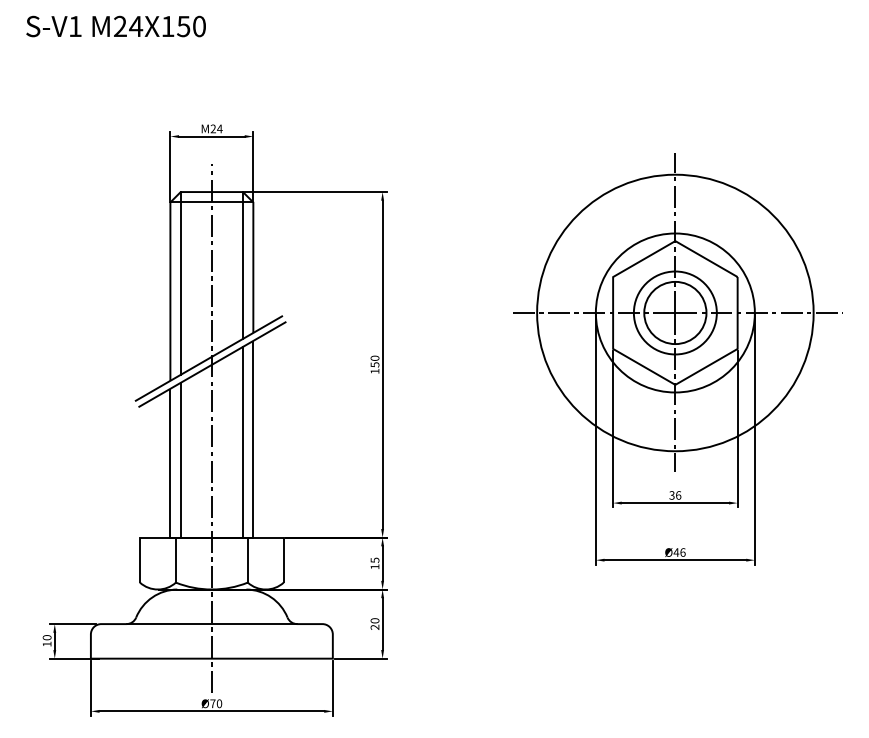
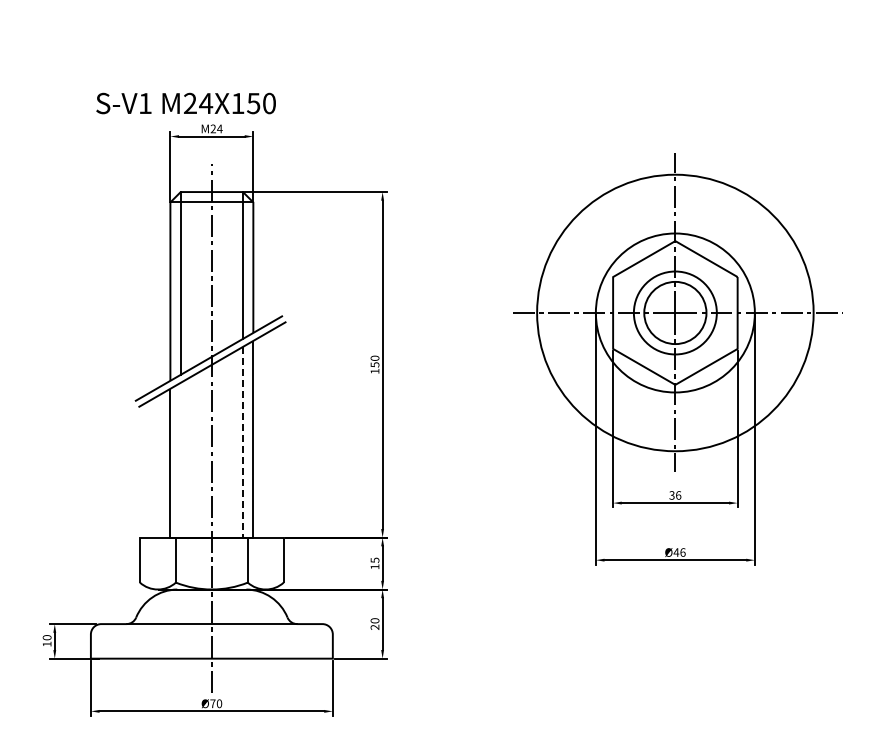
text at (115, 26) position: (115, 26) -> (185, 103)
line at (242, 442): solid -> dashed
line at (180, 459): present -> none
